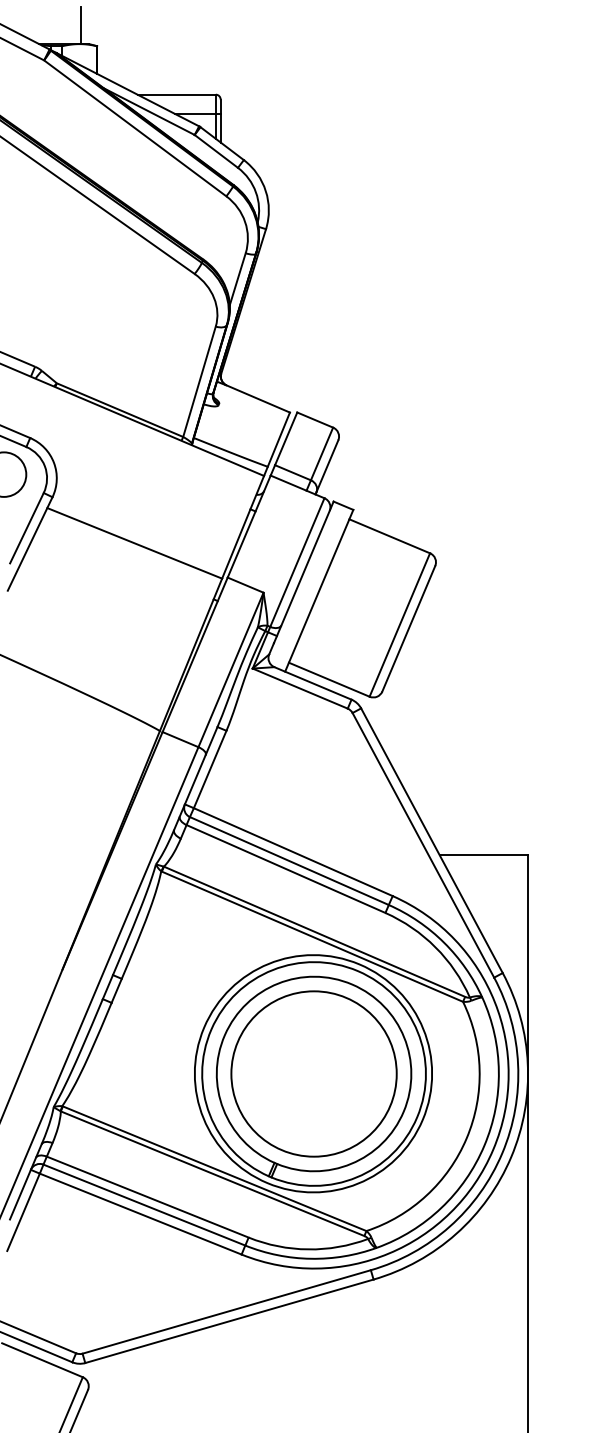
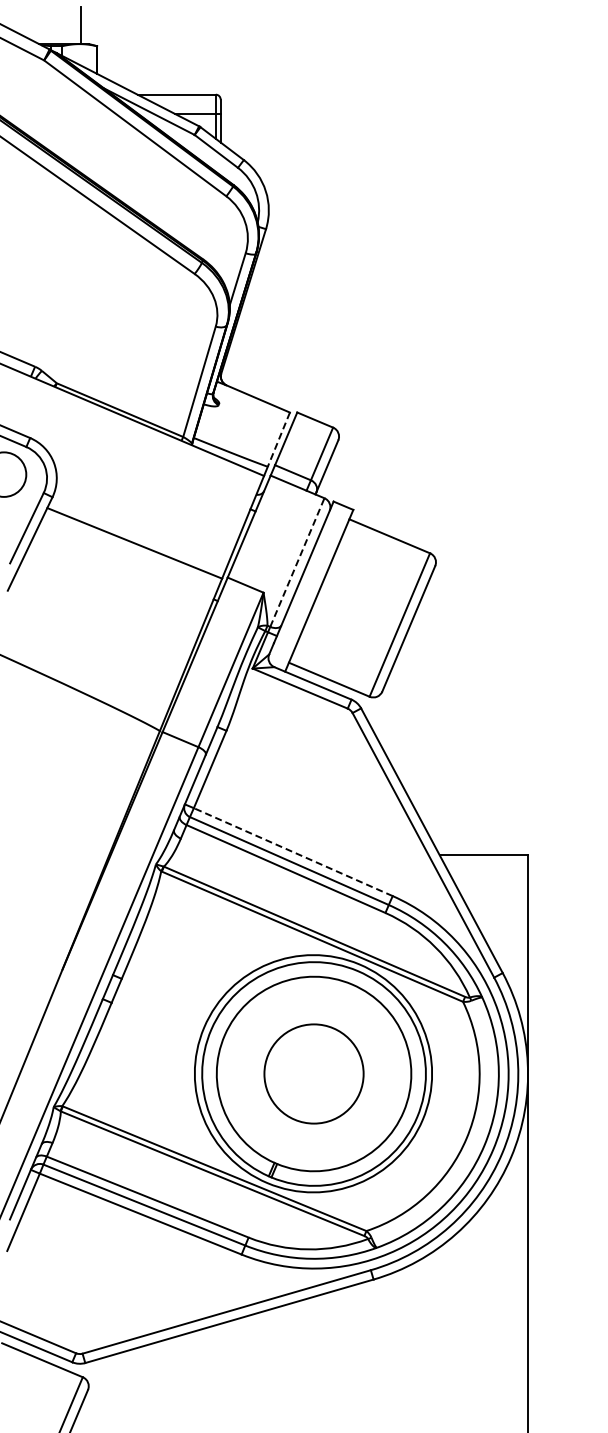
line at (278, 440): solid -> dashed
line at (297, 562): solid -> dashed
line at (293, 852): solid -> dashed
circle at (313, 1073) size: 168x168 px -> 102x102 px
